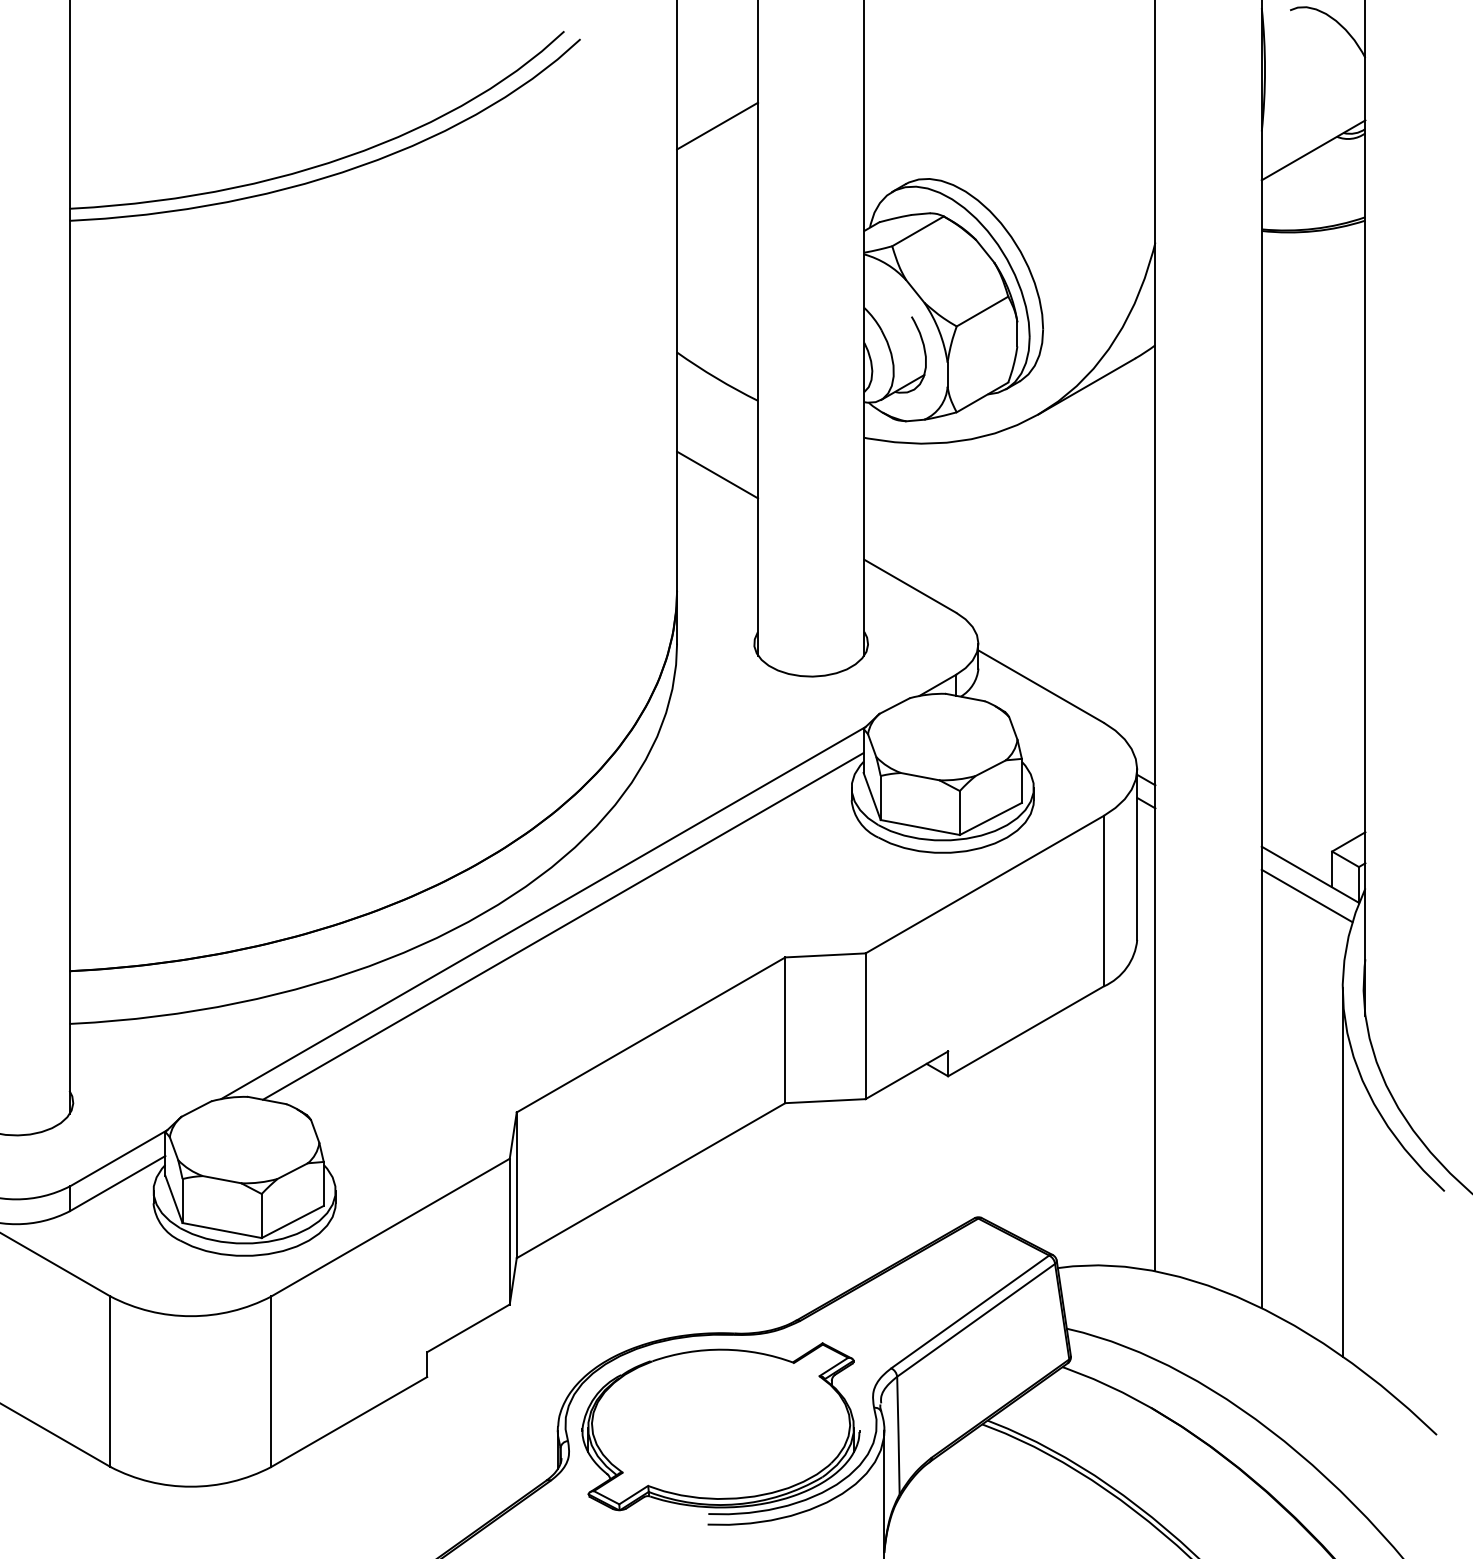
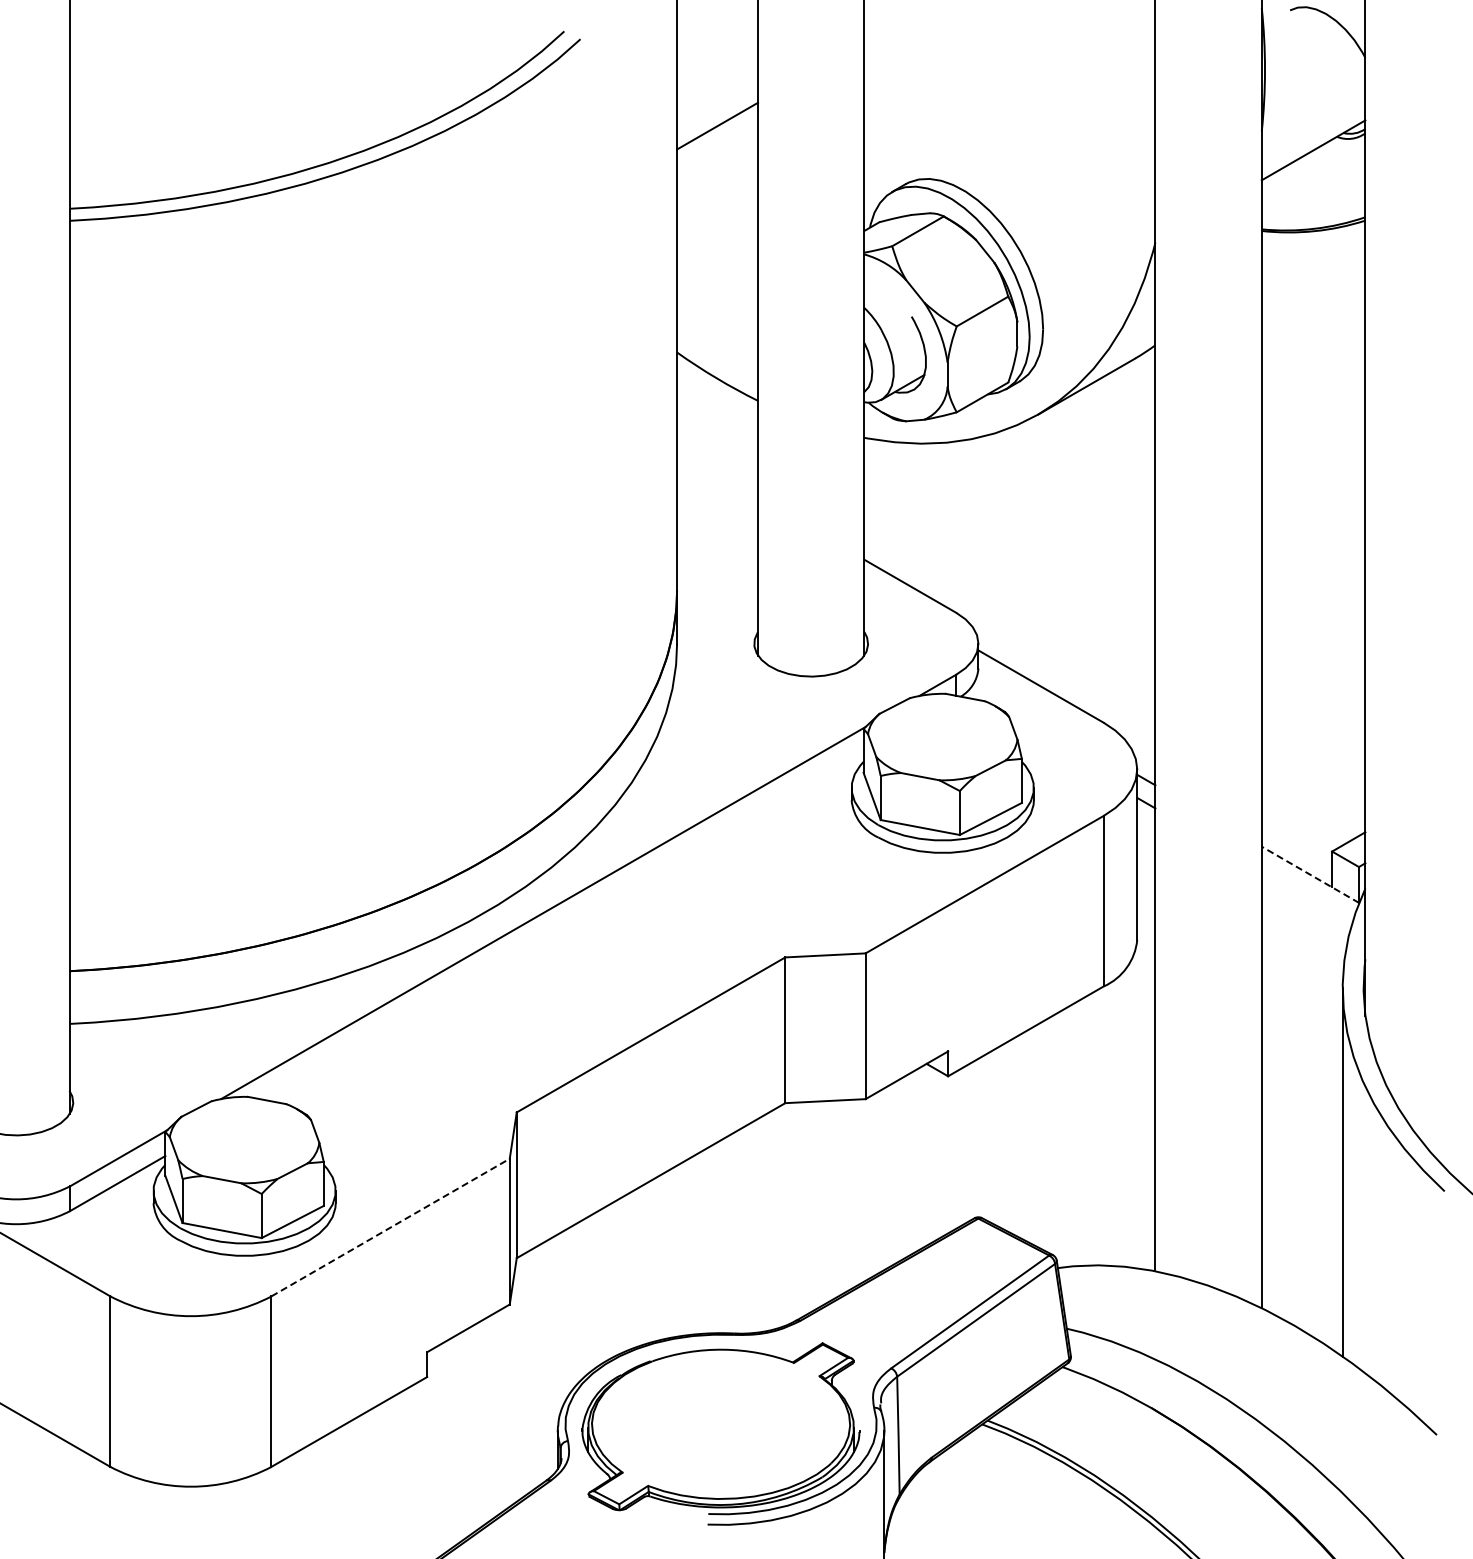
line at (717, 474): present -> none
line at (1310, 874): solid -> dashed
line at (1306, 895): present -> none
line at (563, 926): present -> none
line at (390, 1227): solid -> dashed
